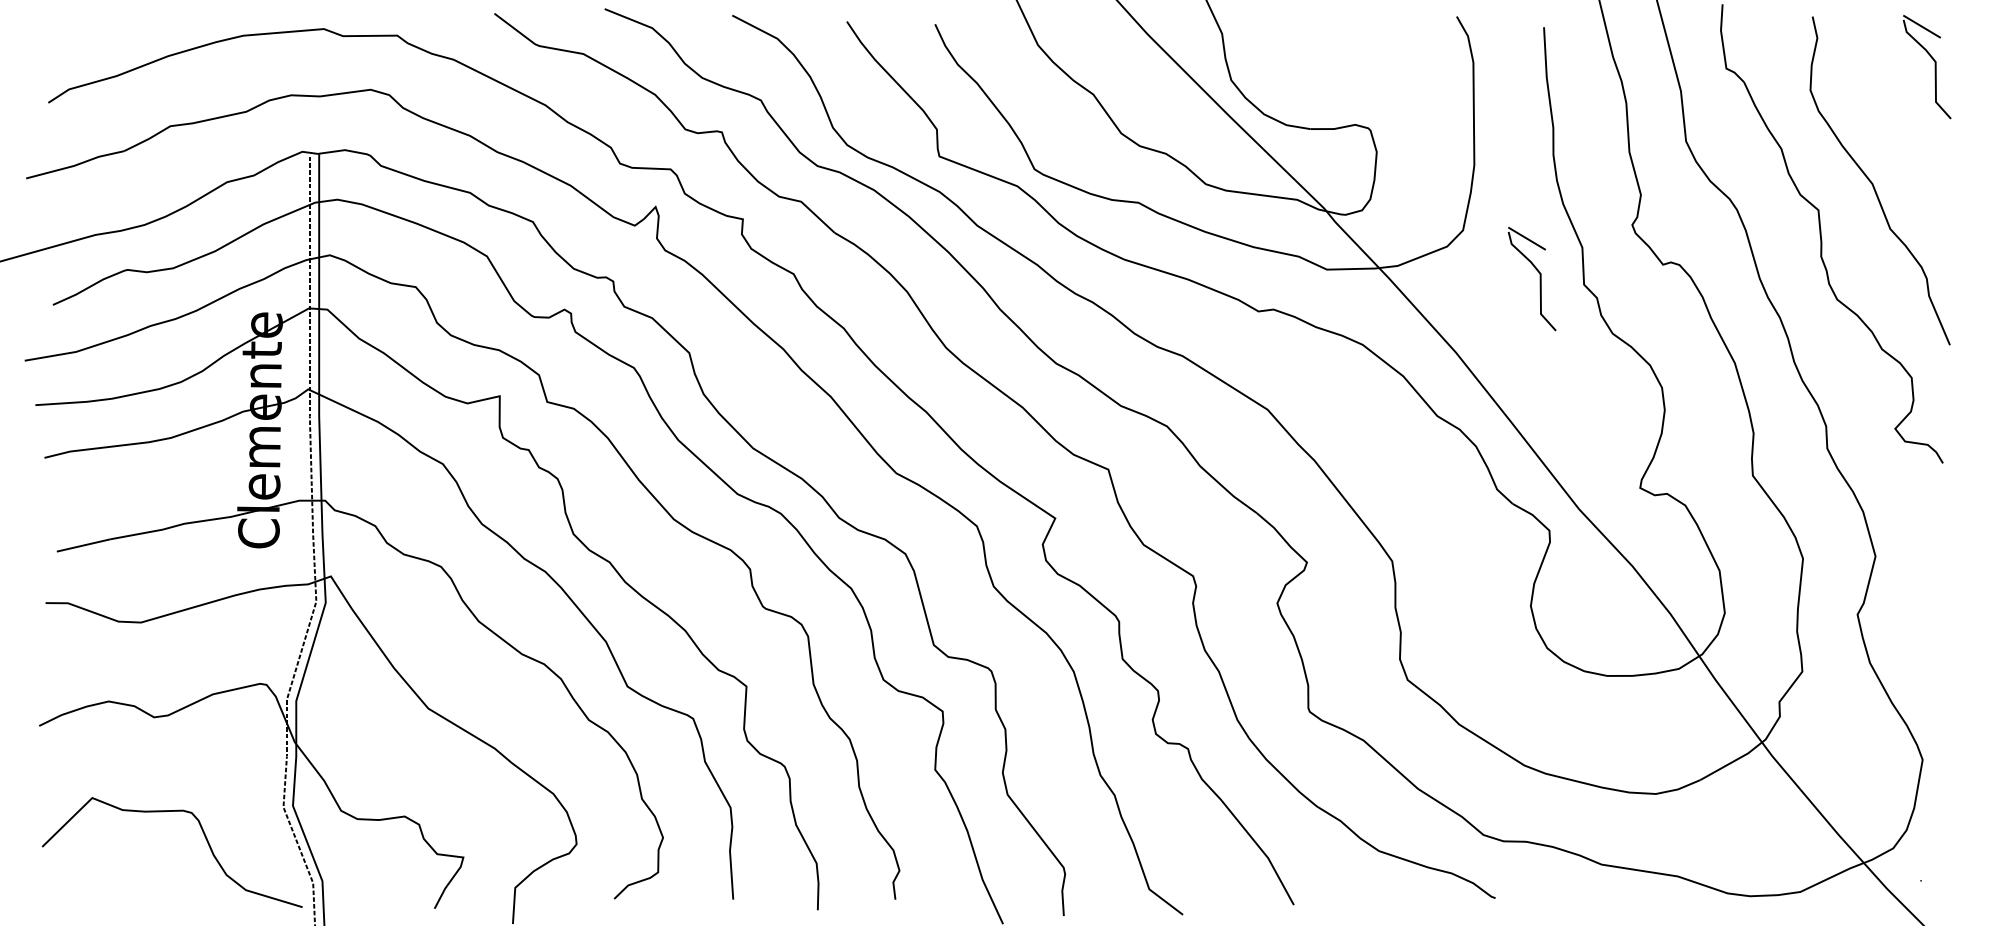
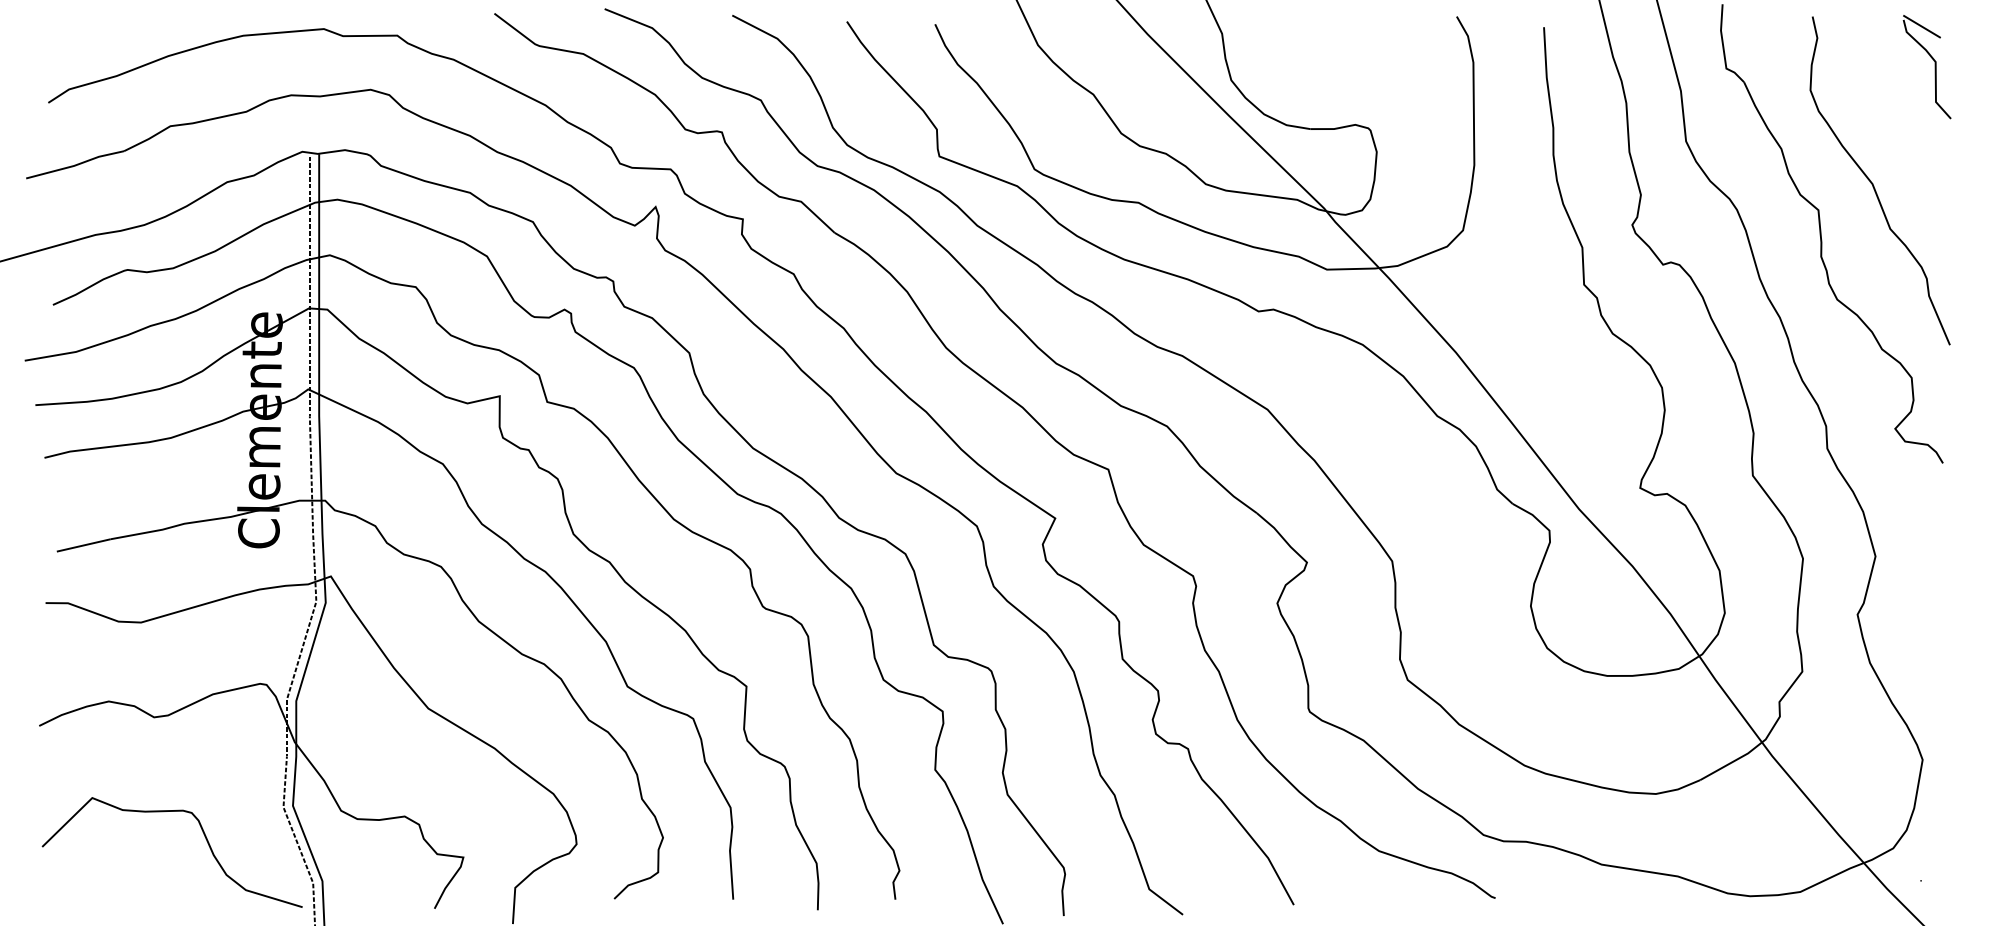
part at (1539, 279): present -> none
